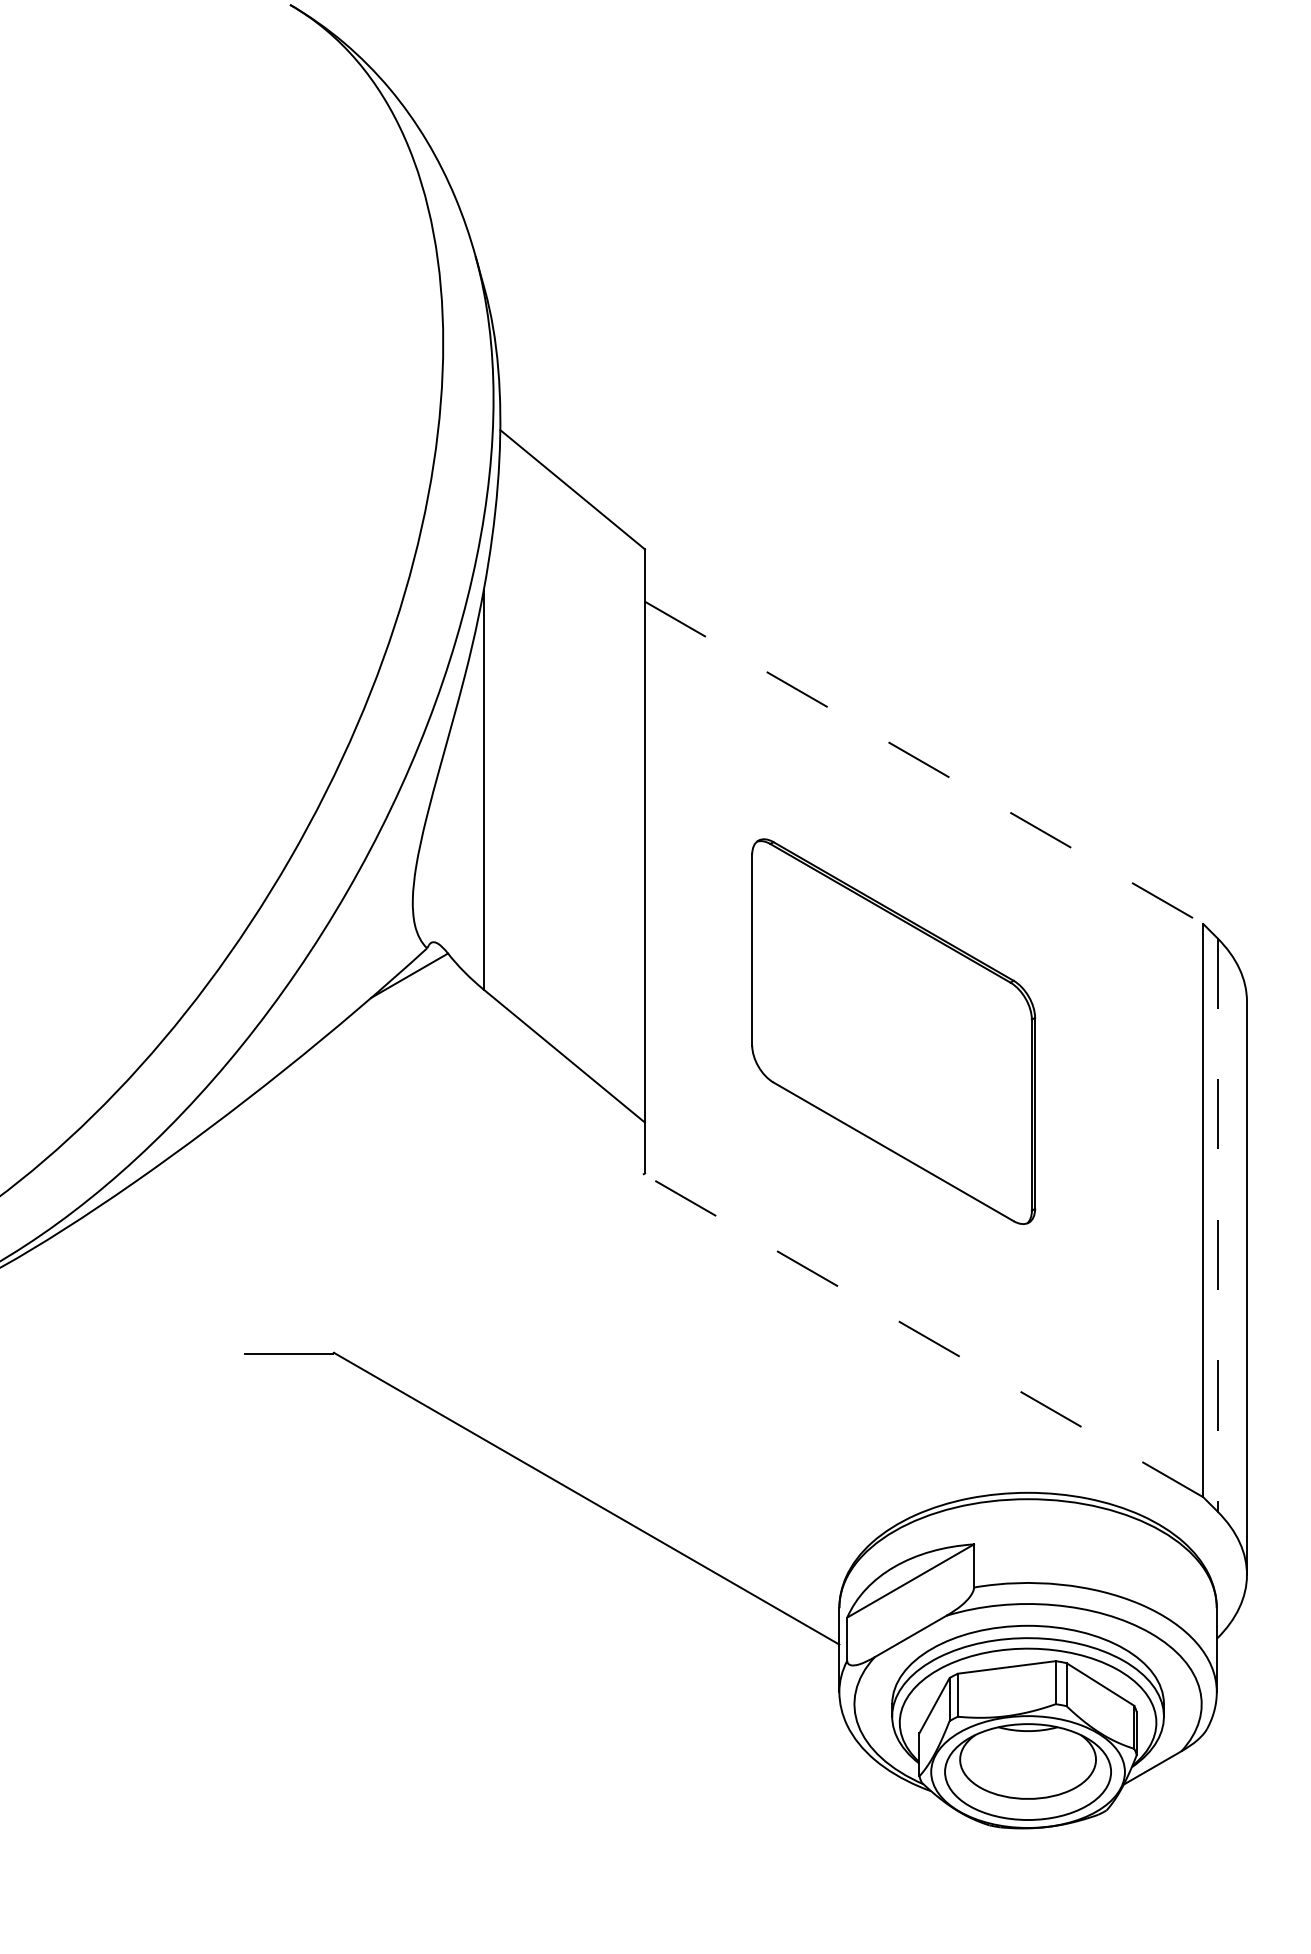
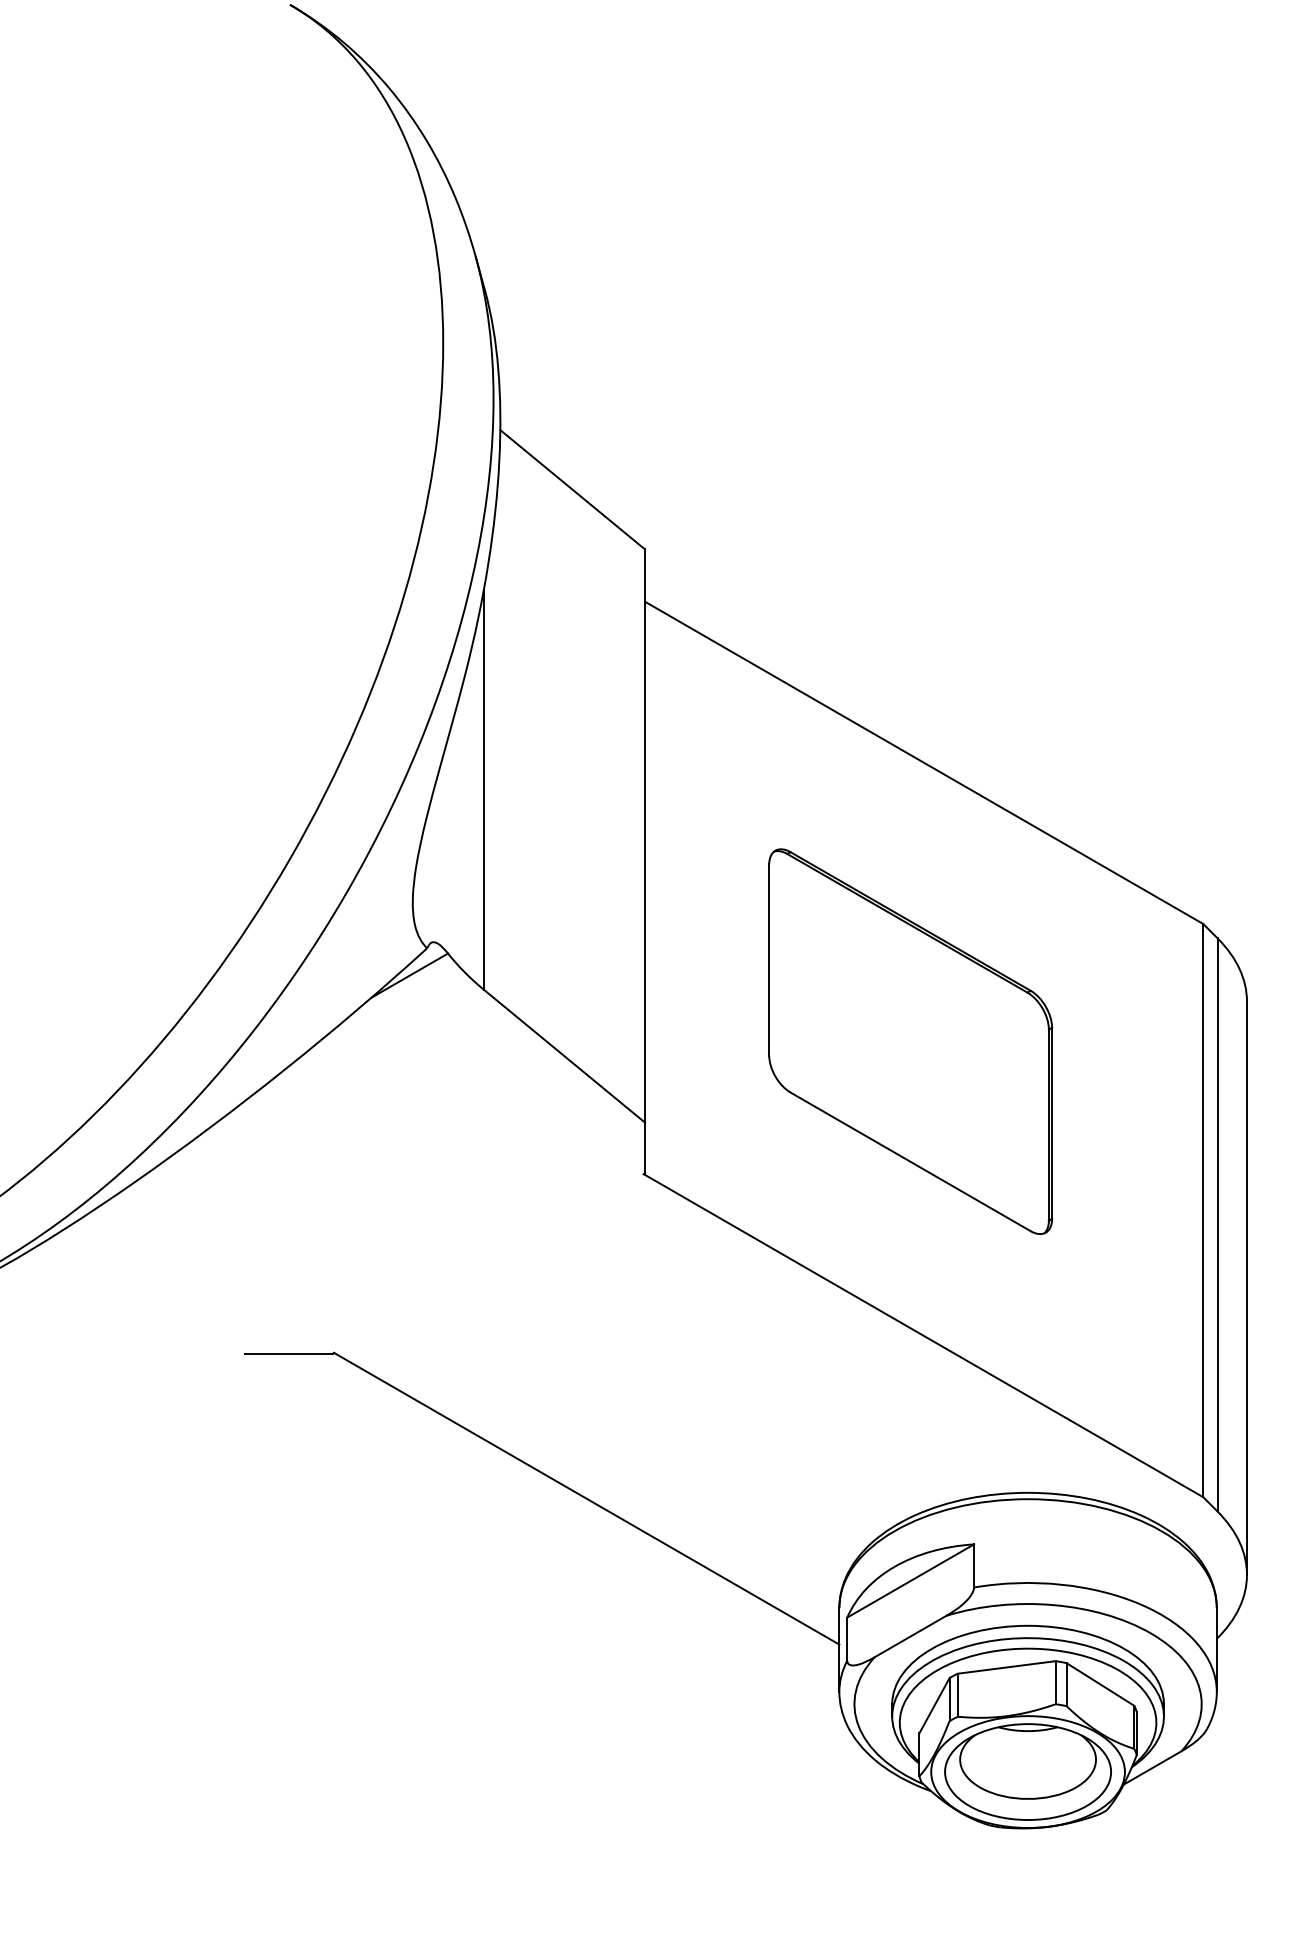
line at (924, 763): dashed -> solid
part at (893, 1031) position: (893, 1031) -> (910, 1041)
line at (1217, 1225): dashed -> solid
line at (923, 1335): dashed -> solid
